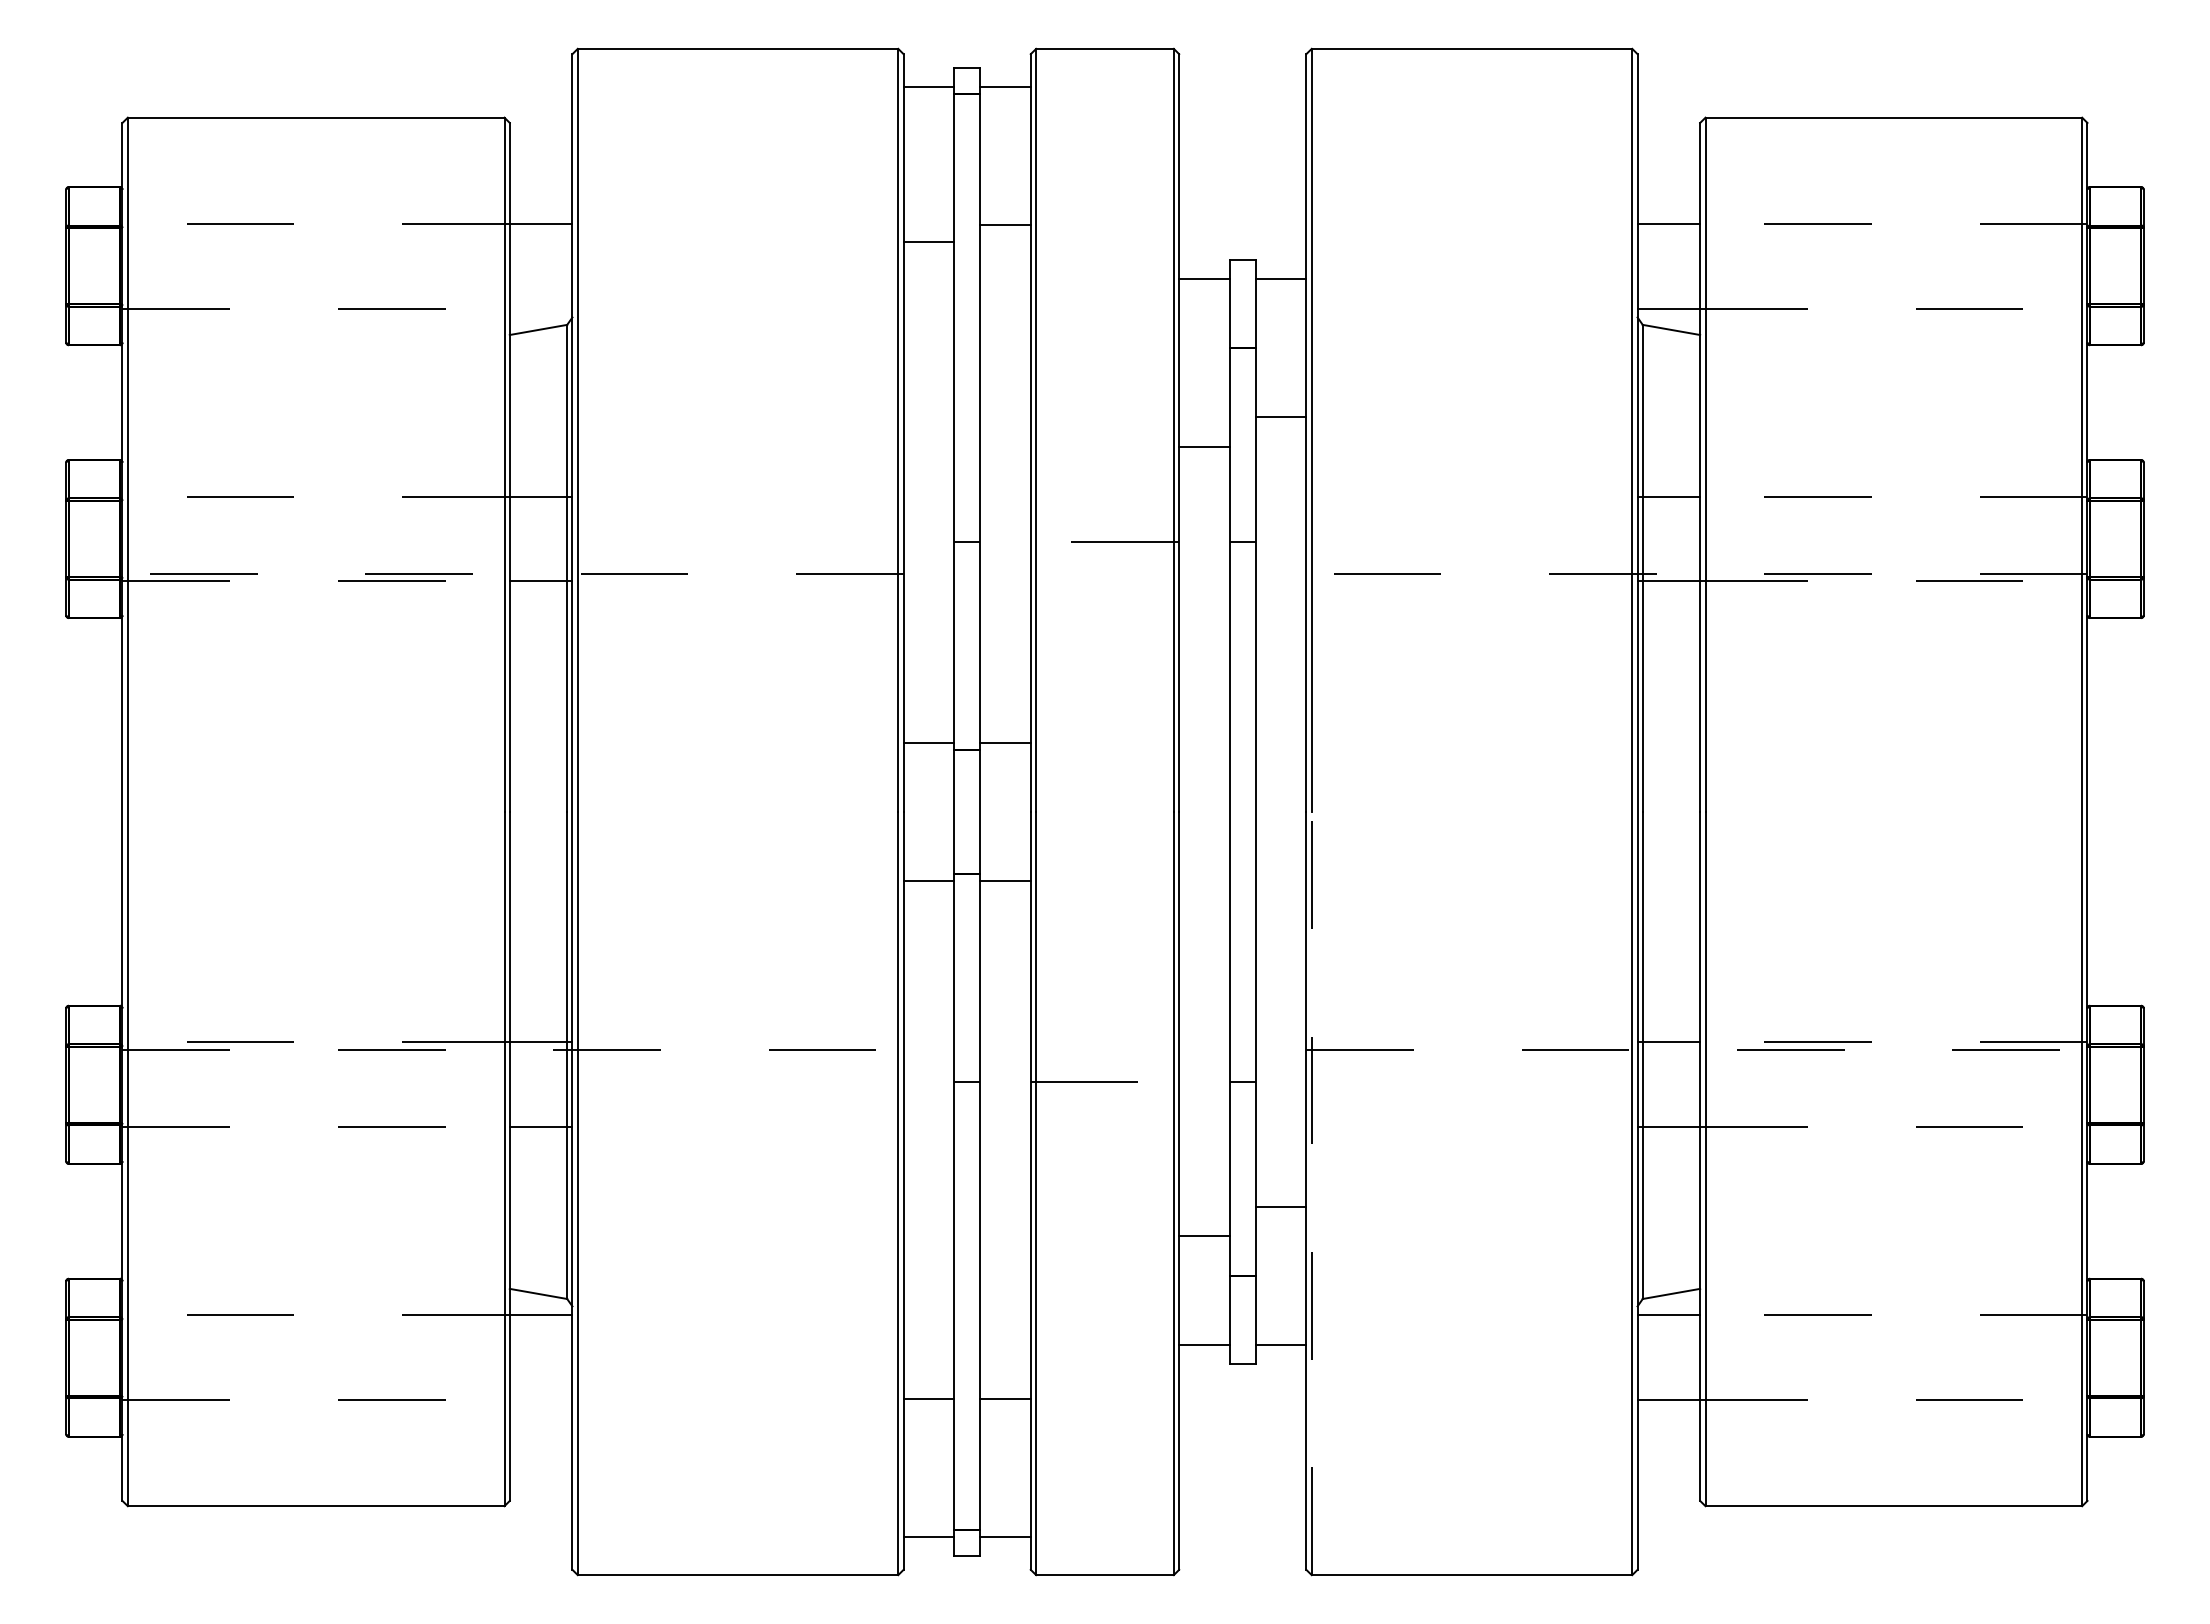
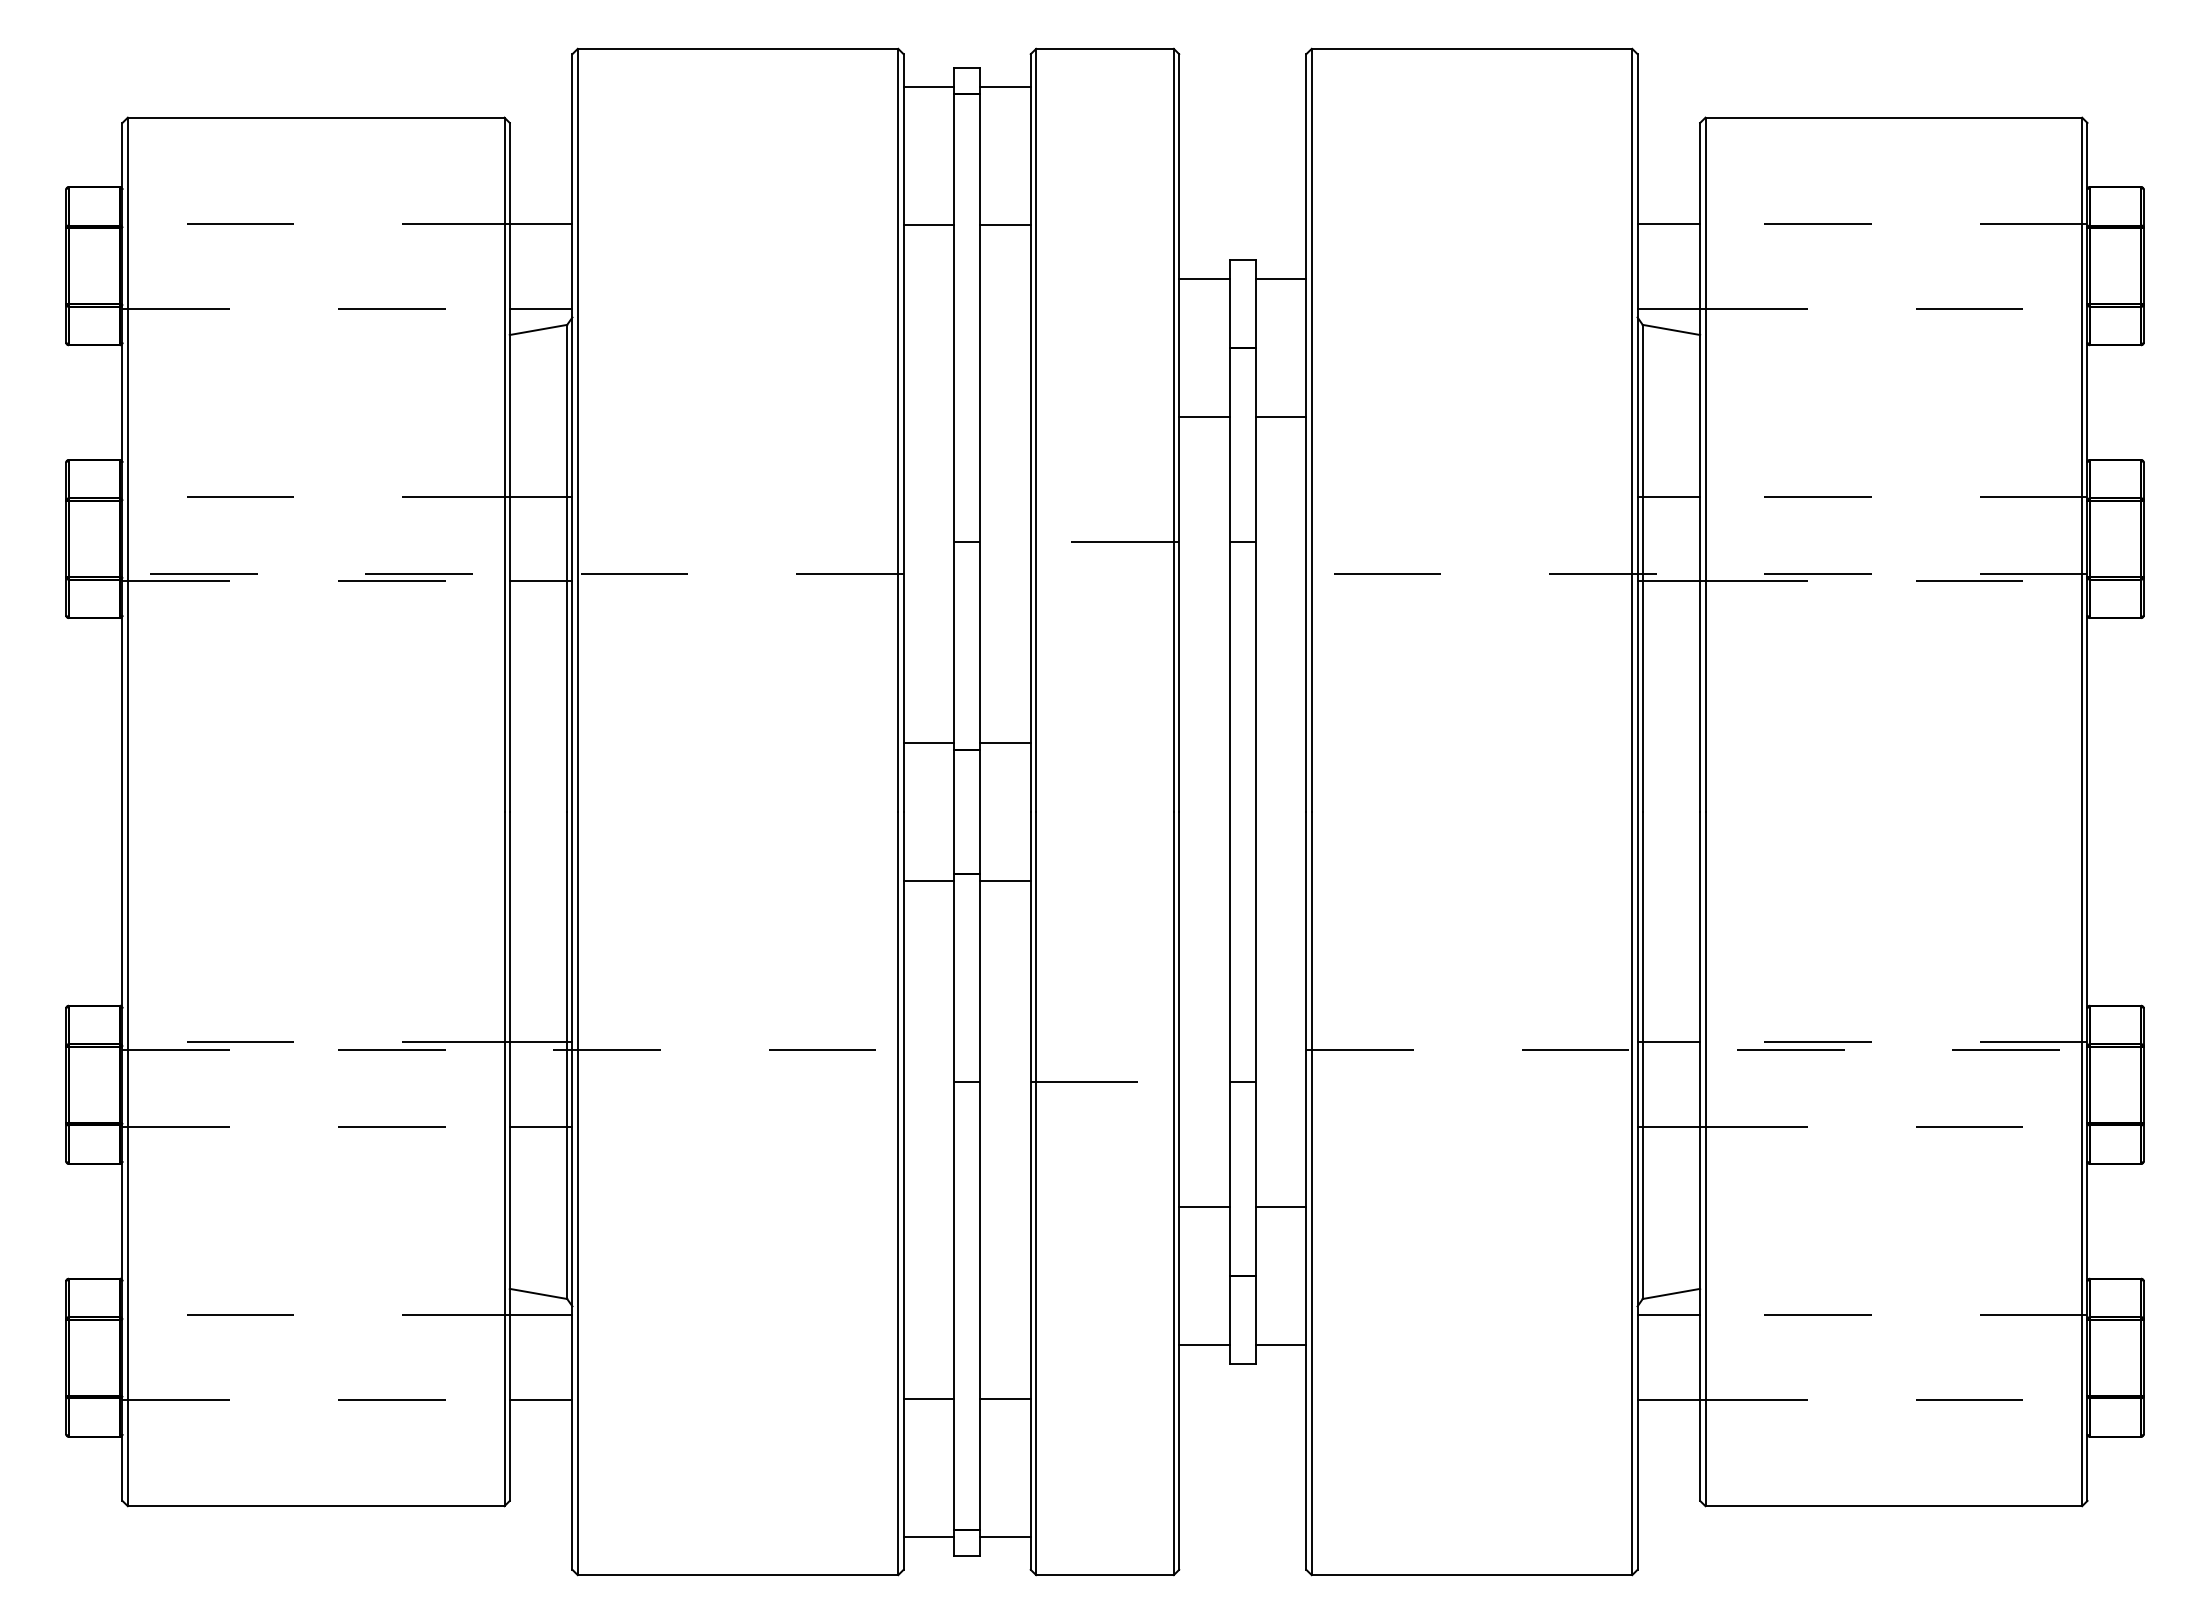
line at (928, 241) position: (928, 241) -> (928, 224)
line at (540, 308): none -> present
line at (1204, 447) position: (1204, 447) -> (1204, 417)
line at (1311, 1193): dashed -> solid
line at (1204, 1235) position: (1204, 1235) -> (1204, 1206)
line at (540, 1400): none -> present
